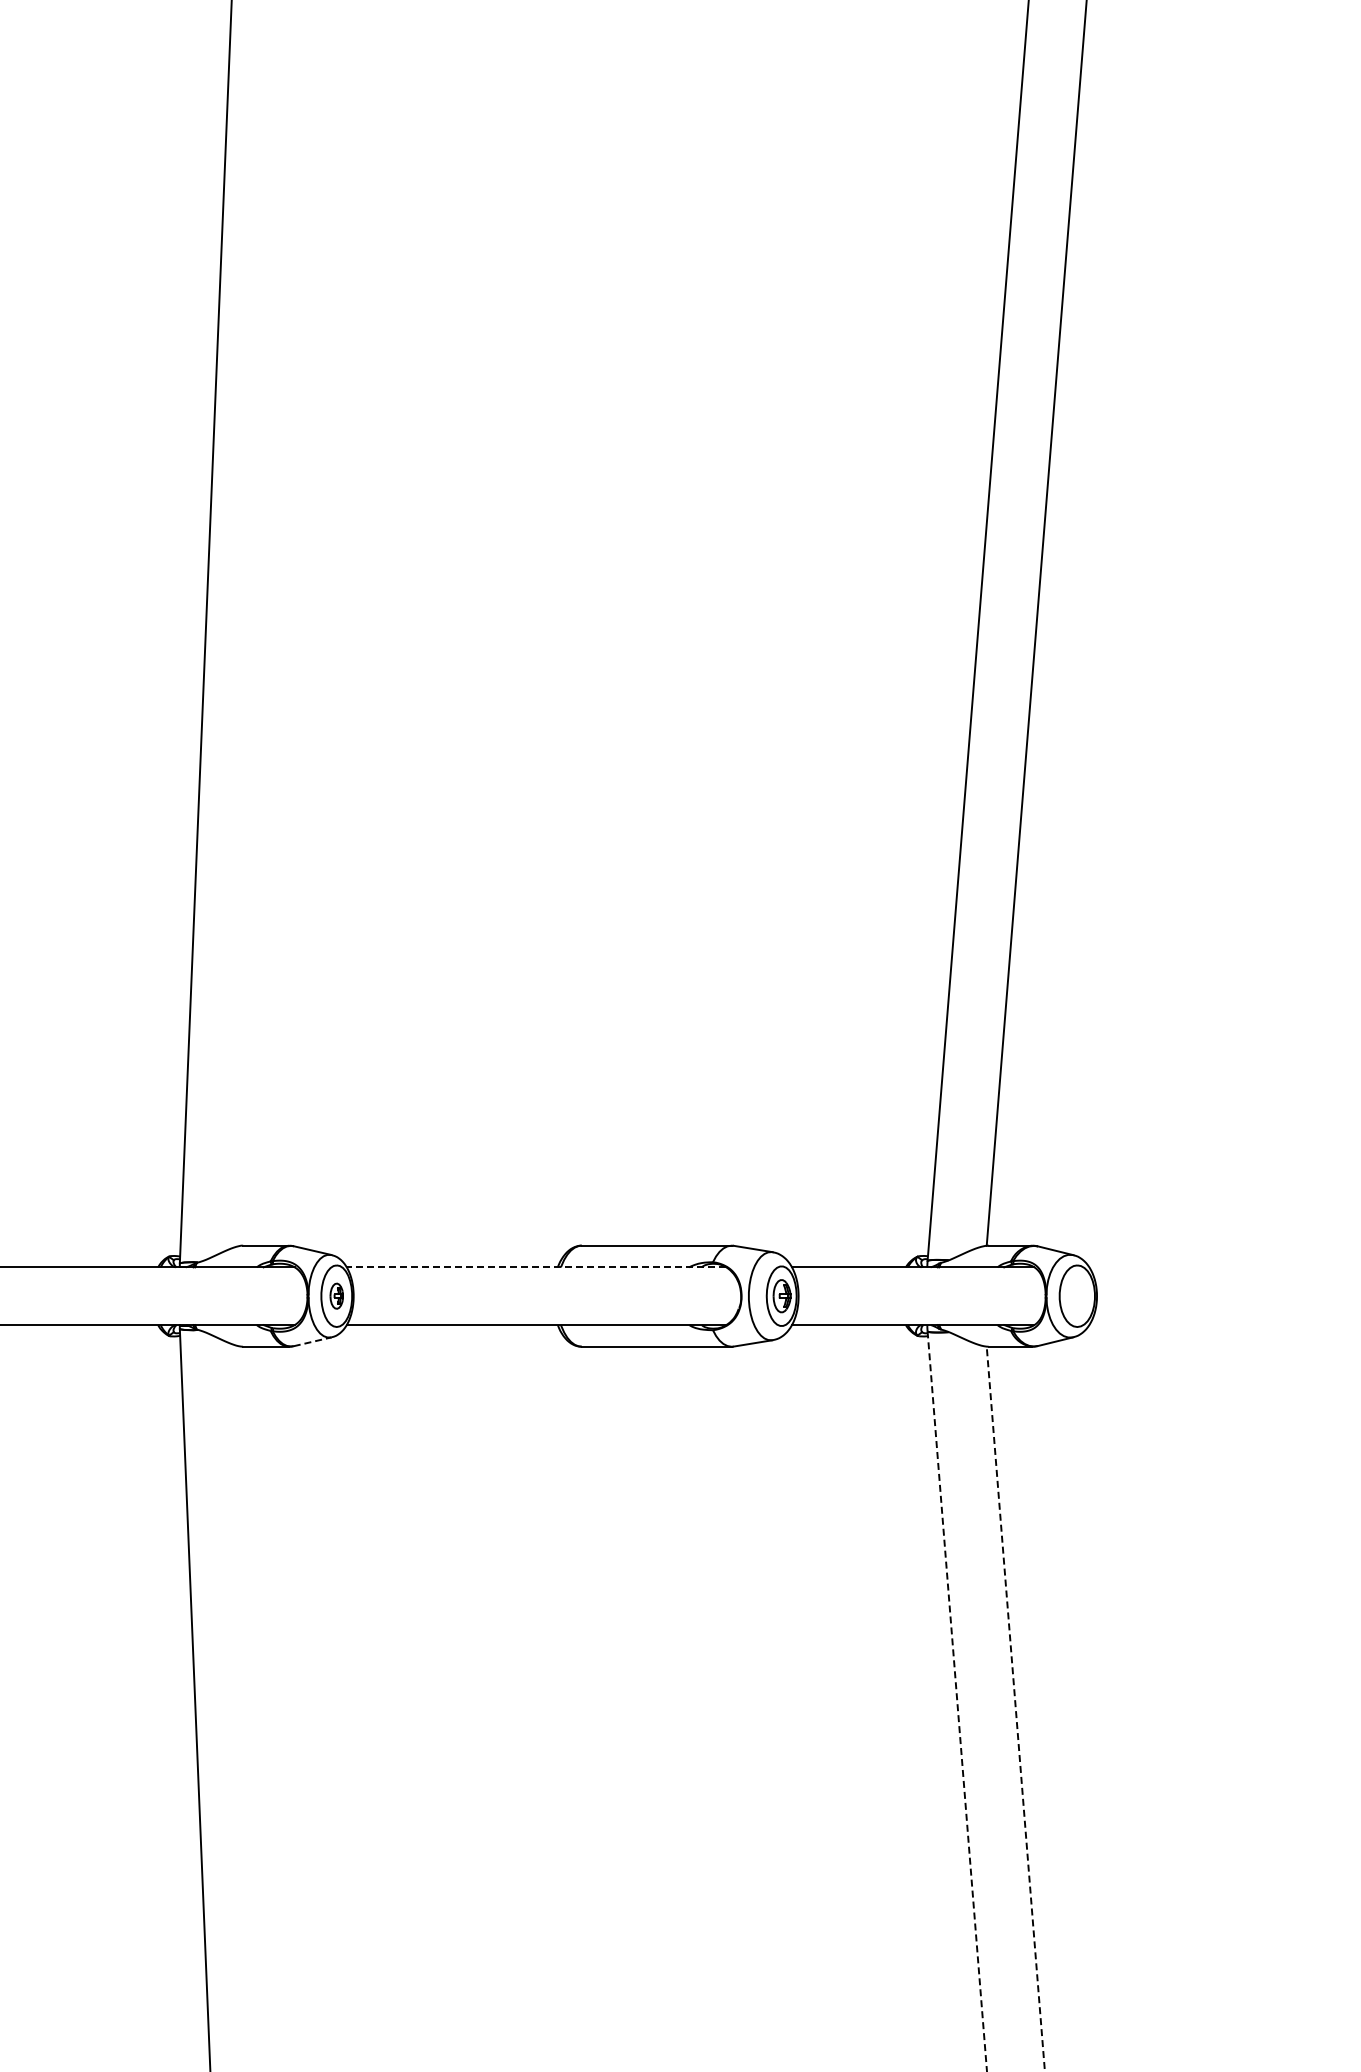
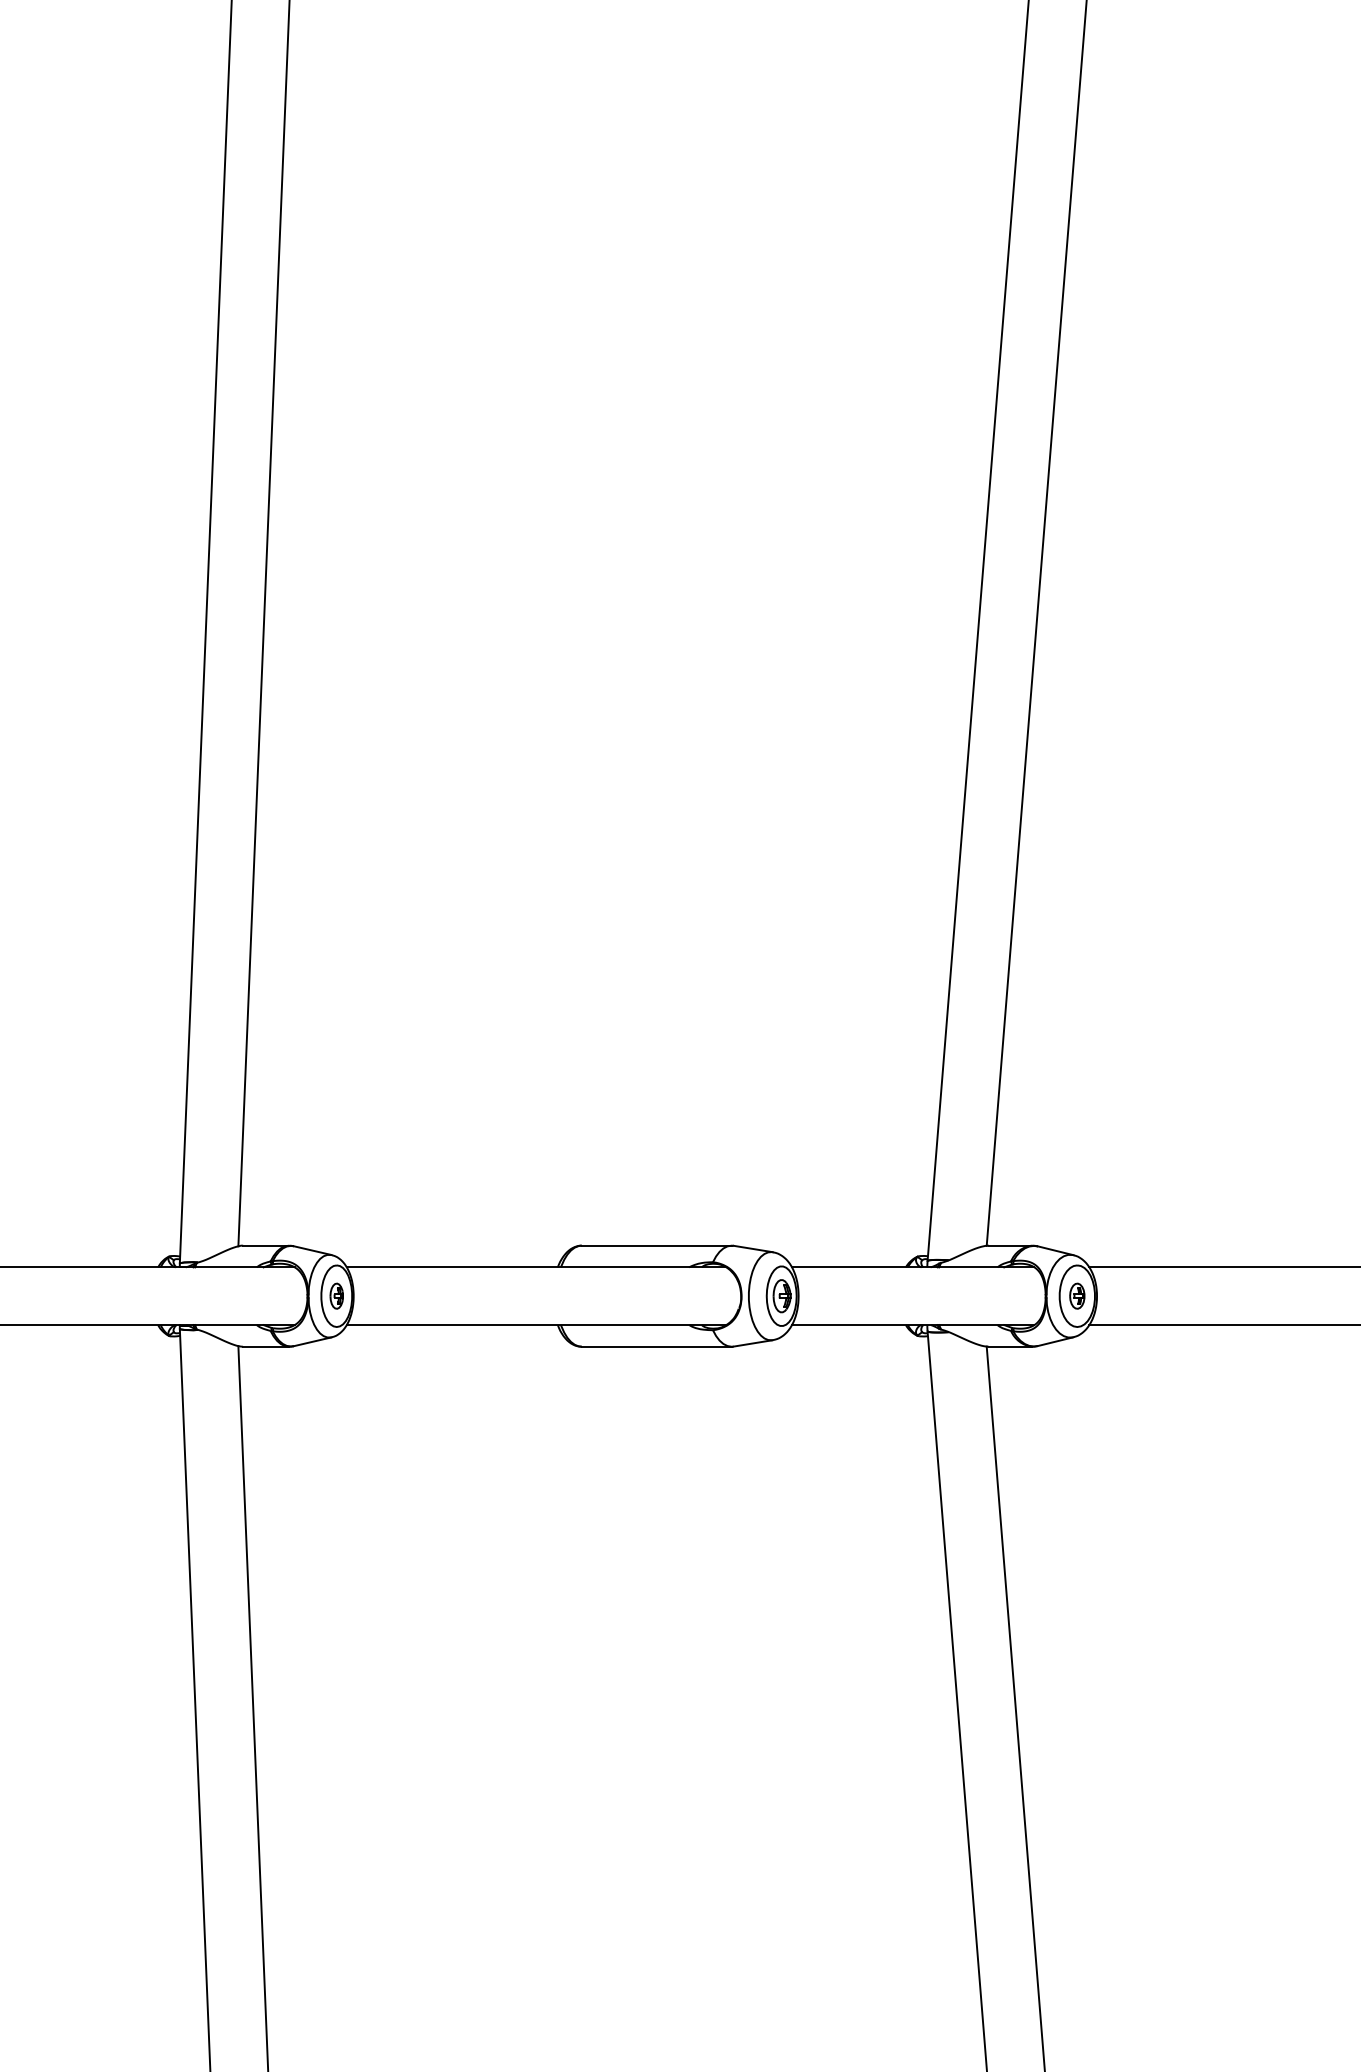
line at (263, 624): none -> present
line at (535, 1267): dashed -> solid
line at (1223, 1267): none -> present
part at (1077, 1295): none -> present
line at (1223, 1325): none -> present
line at (313, 1341): dashed -> solid
line at (957, 1702): dashed -> solid
line at (253, 1707): none -> present
line at (1015, 1708): dashed -> solid
